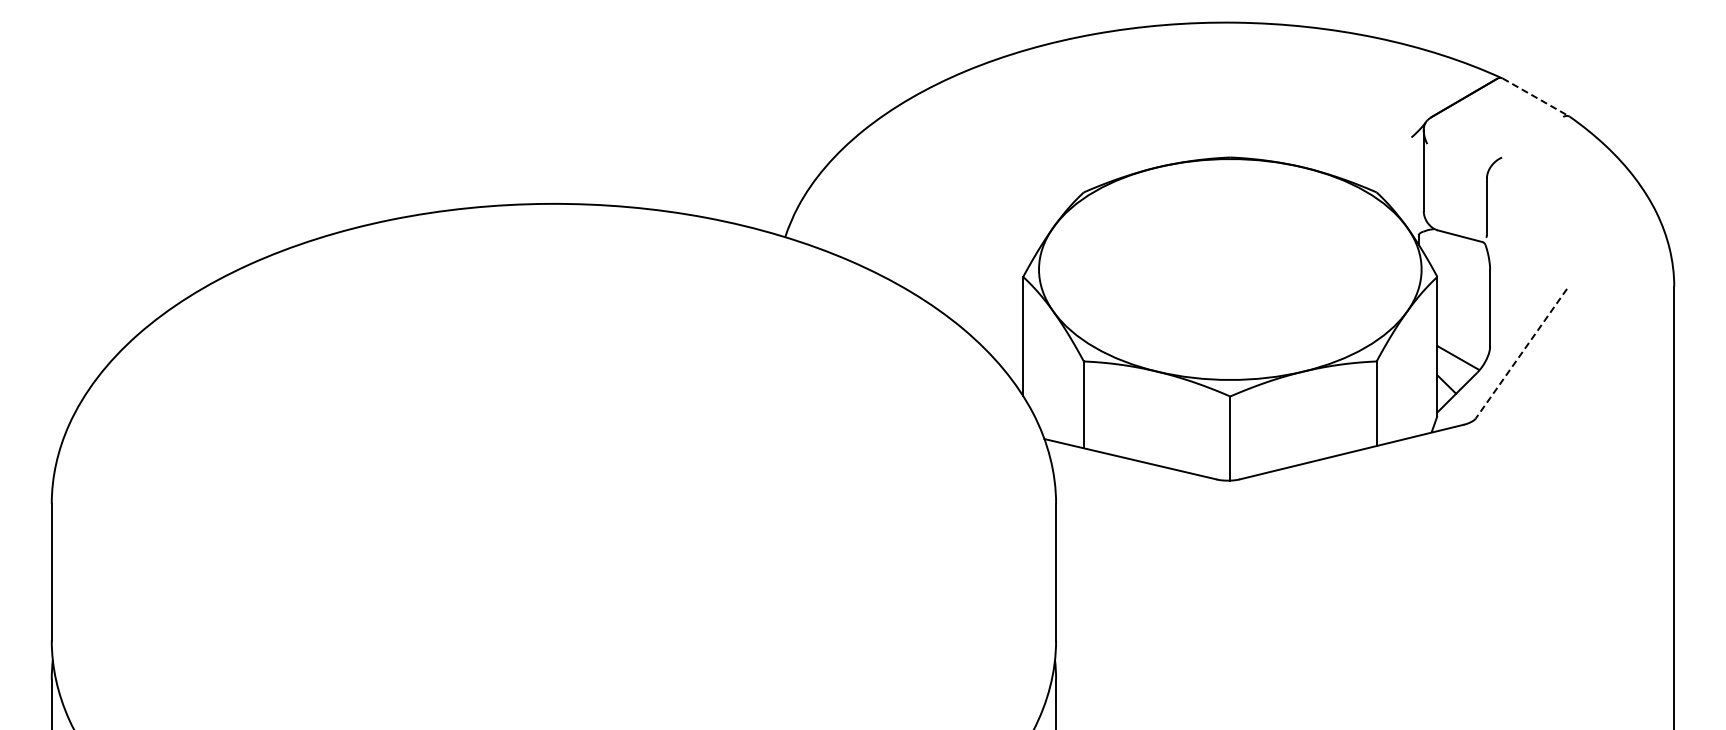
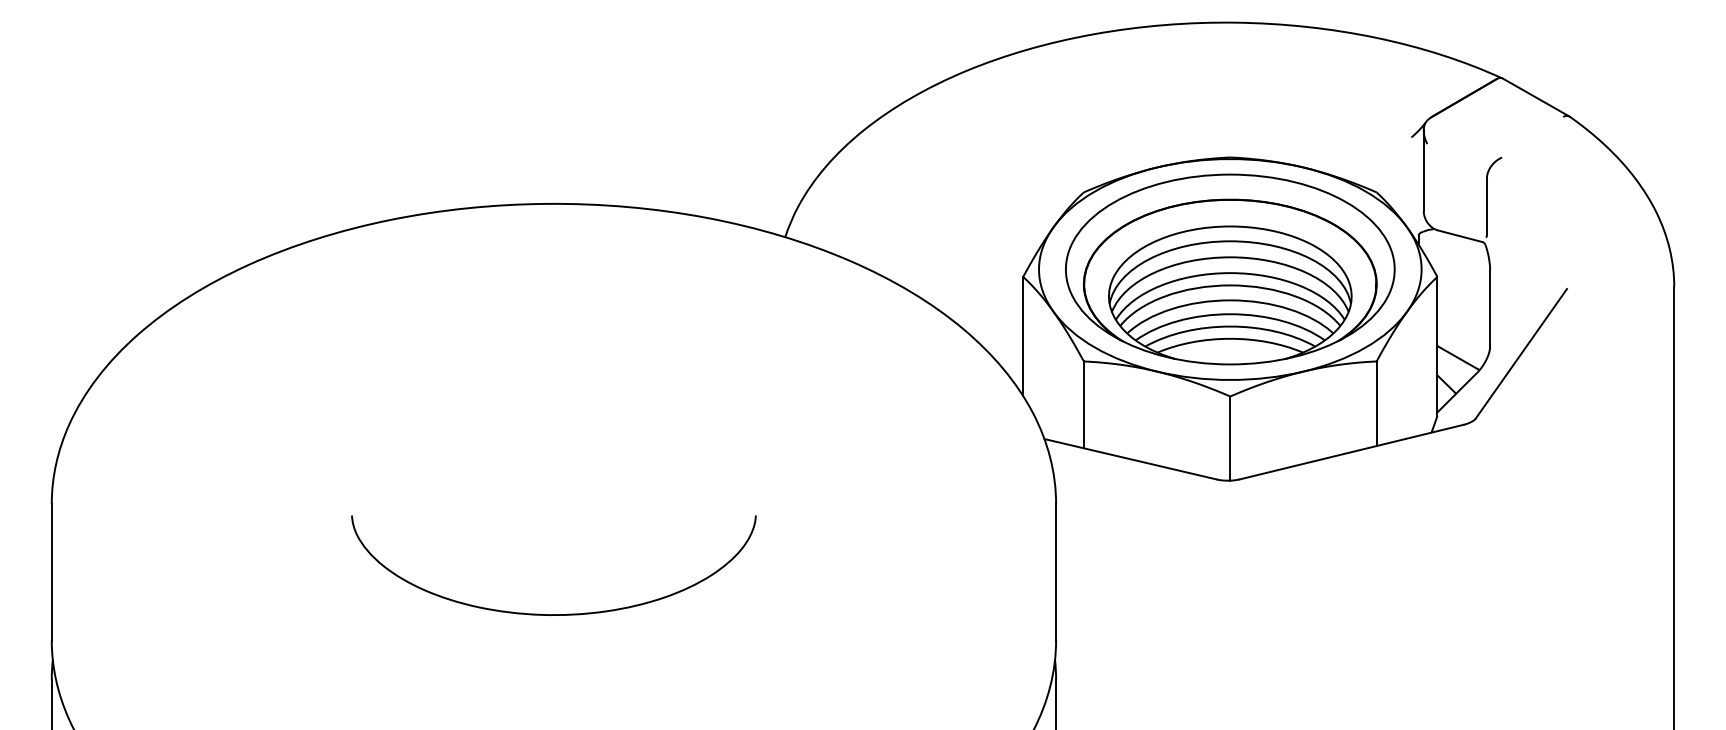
line at (1536, 97): dashed -> solid
part at (1230, 269): none -> present
line at (1521, 354): dashed -> solid
curve at (553, 614): none -> present
